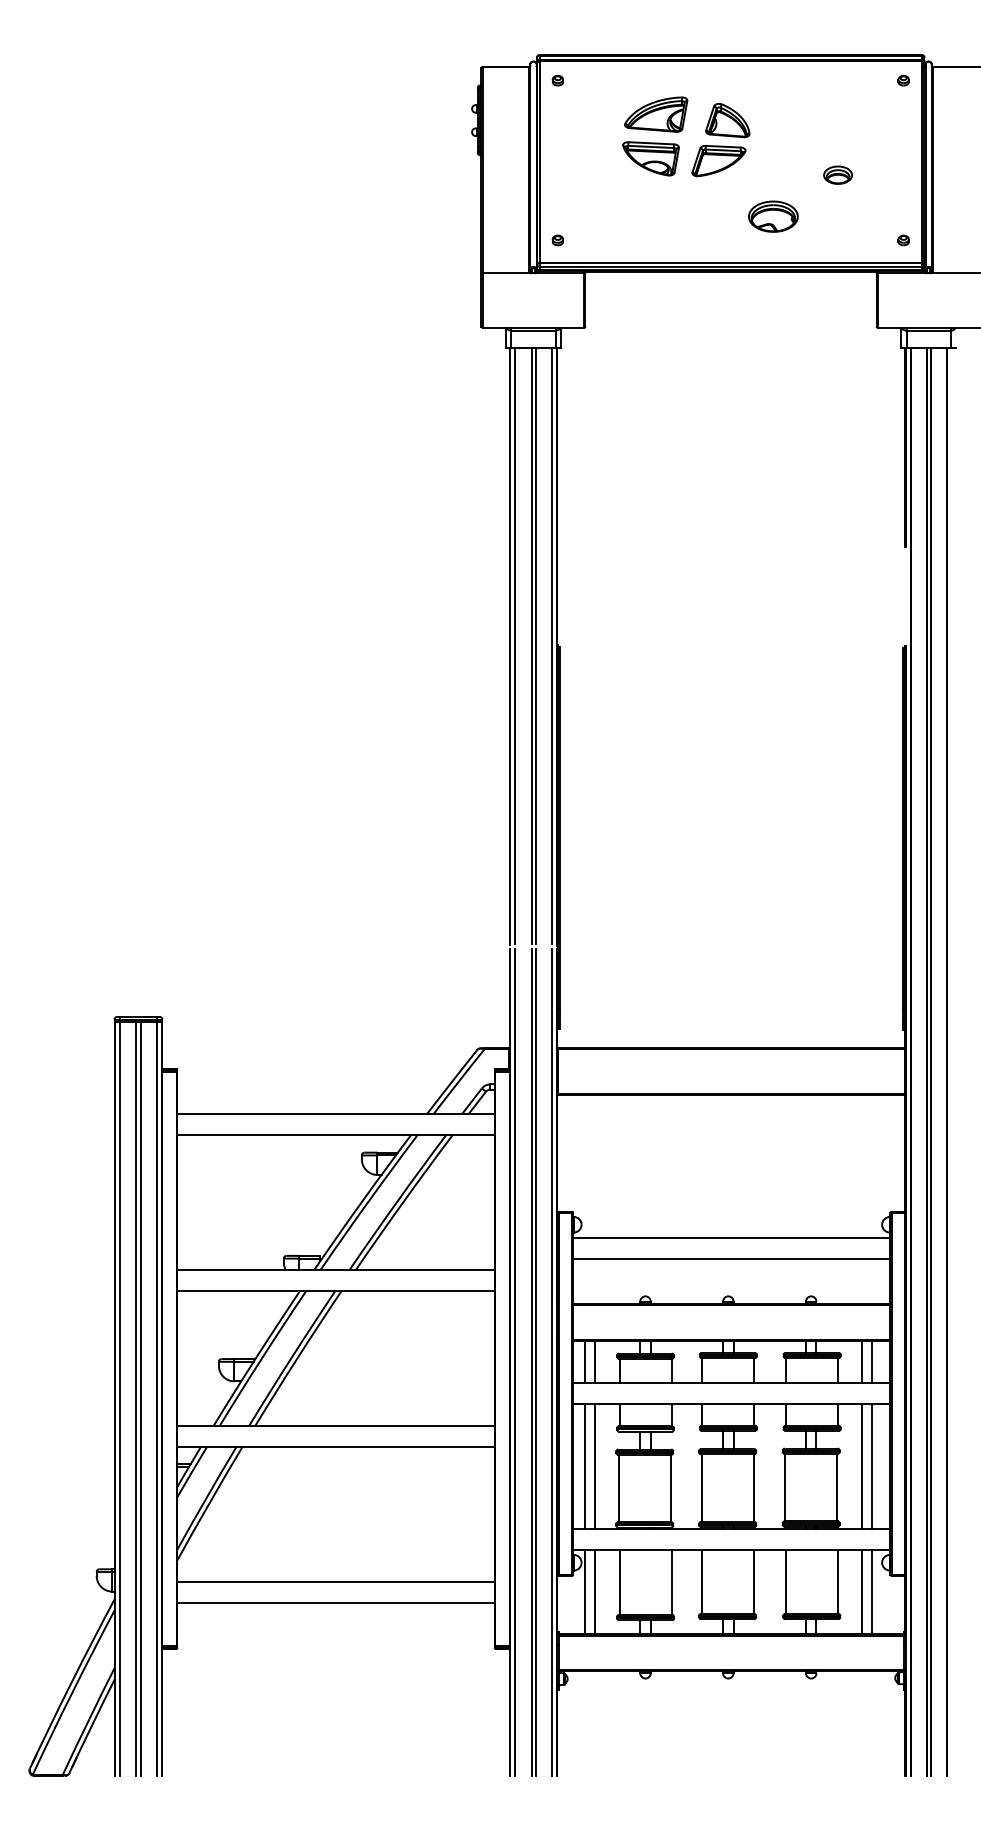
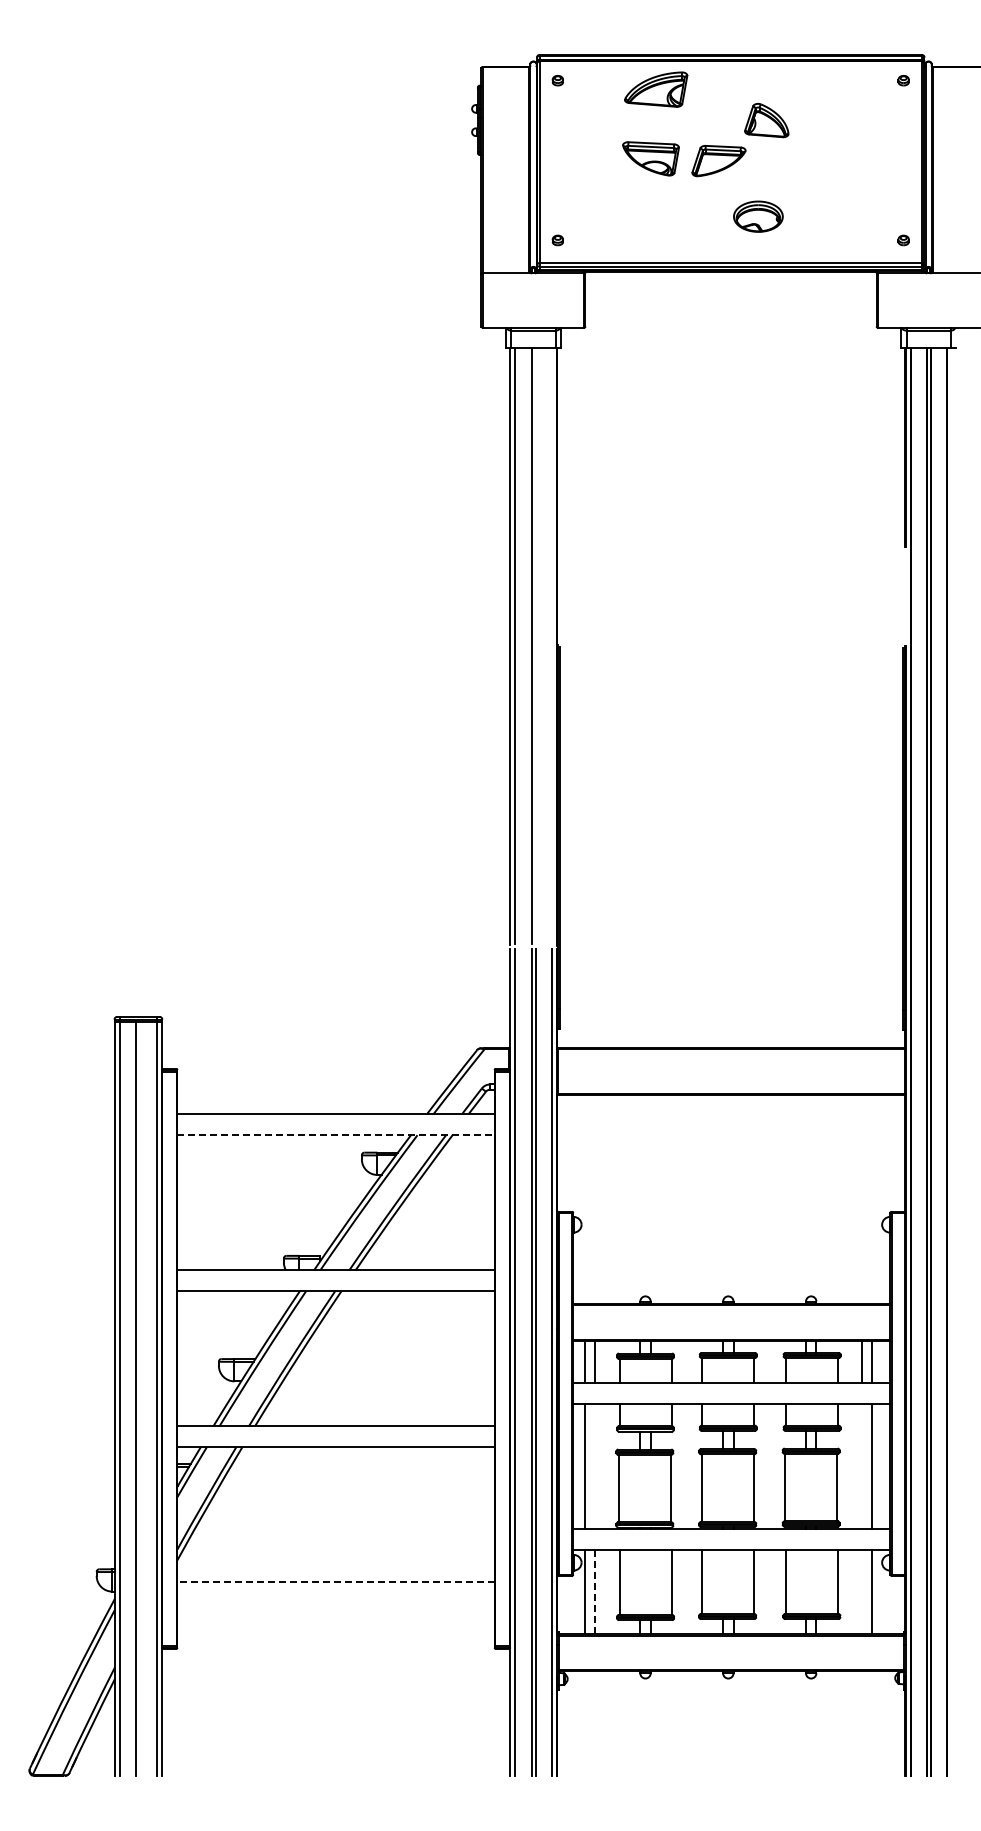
part at (656, 114) position: (656, 114) -> (656, 89)
part at (727, 120) position: (727, 120) -> (766, 120)
part at (837, 174): present -> none
part at (773, 216) position: (773, 216) -> (758, 216)
line at (535, 646): present -> none
line at (551, 646): present -> none
line at (336, 1135): solid -> dashed
line at (731, 1237): present -> none
line at (731, 1258): present -> none
line at (140, 1399): present -> none
line at (595, 1466): present -> none
line at (861, 1466): present -> none
line at (336, 1582): solid -> dashed
line at (595, 1591): solid -> dashed
line at (861, 1591): present -> none
line at (335, 1603): present -> none
